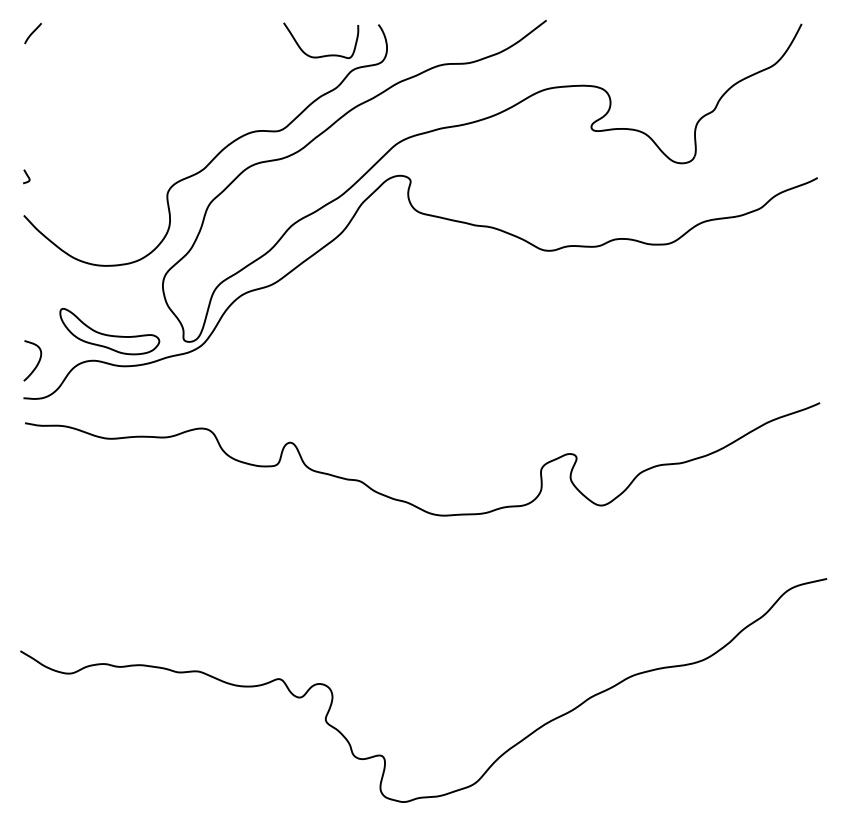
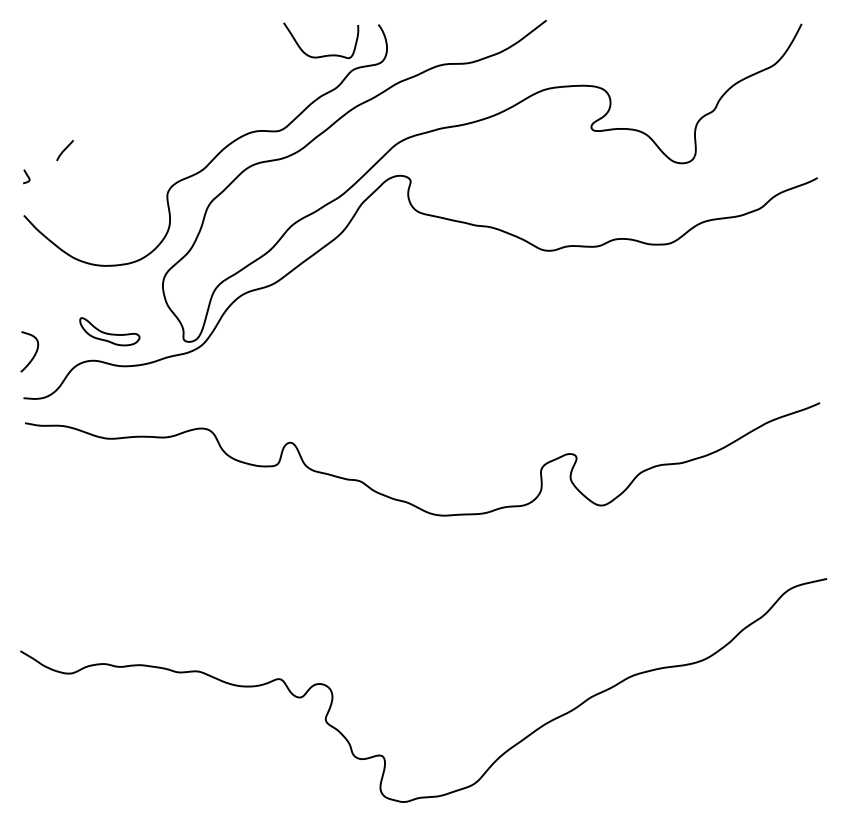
curve at (32, 33) position: (32, 33) -> (64, 150)
part at (109, 331) size: 102x48 px -> 62x30 px
curve at (37, 362) position: (37, 362) -> (34, 353)
